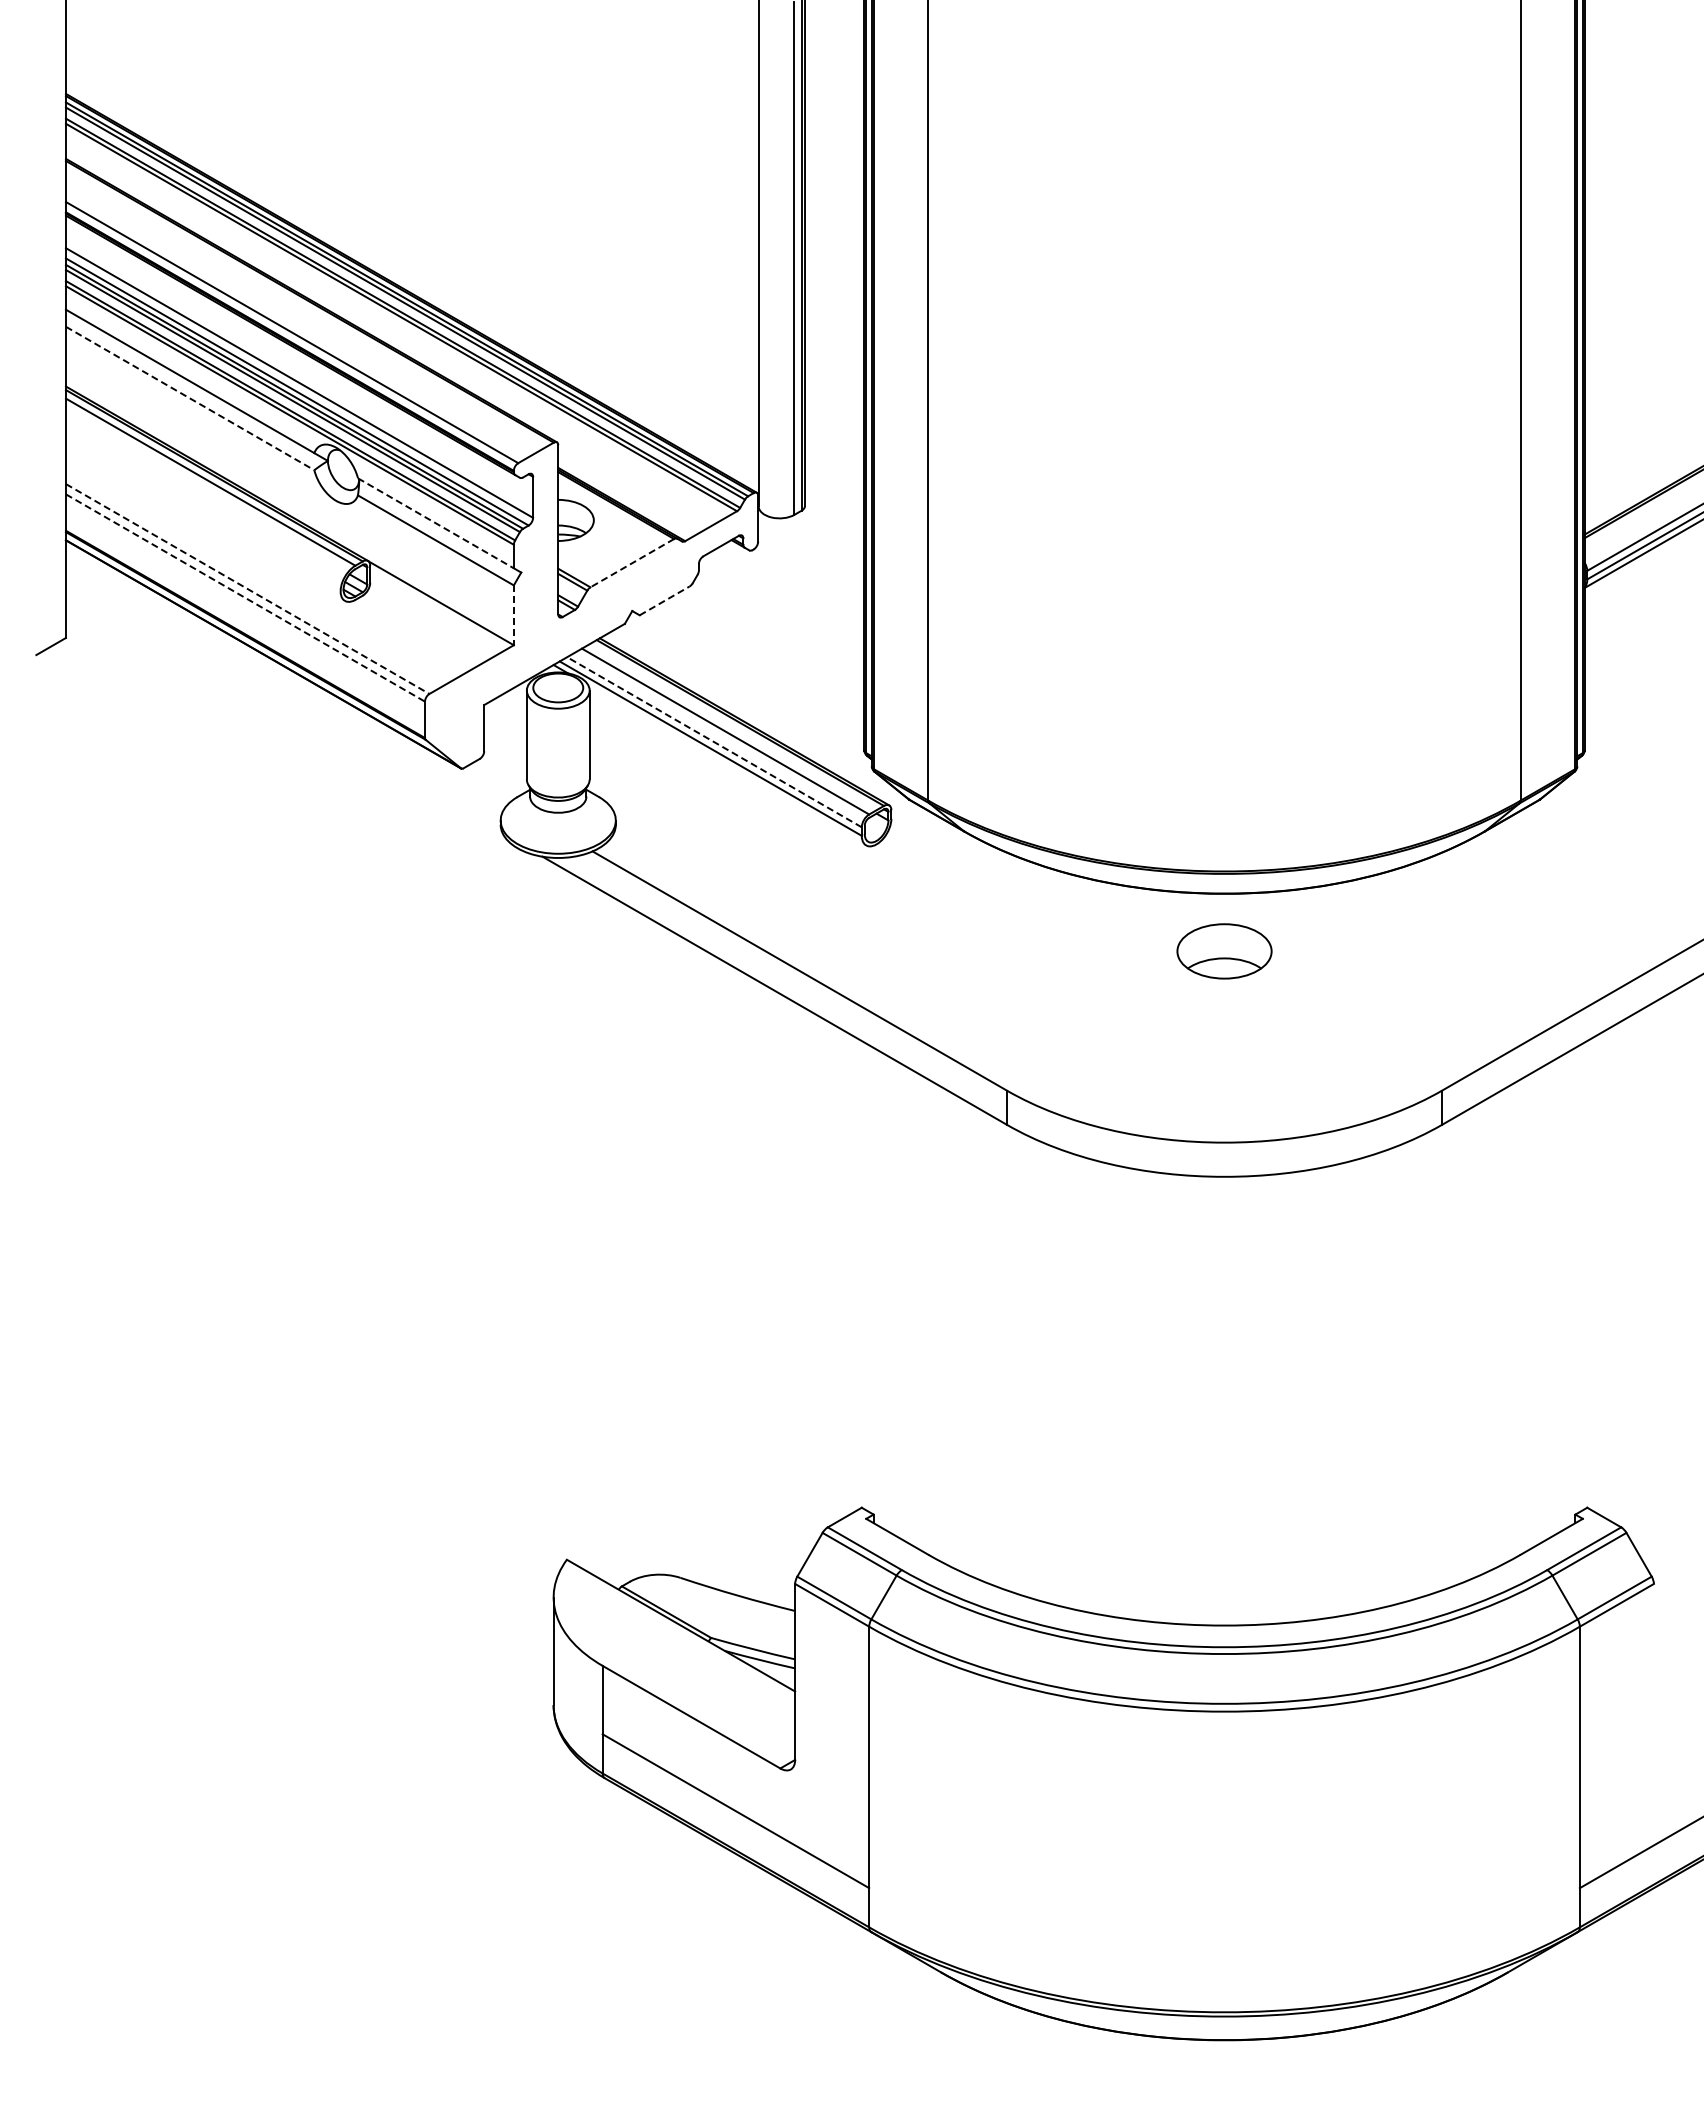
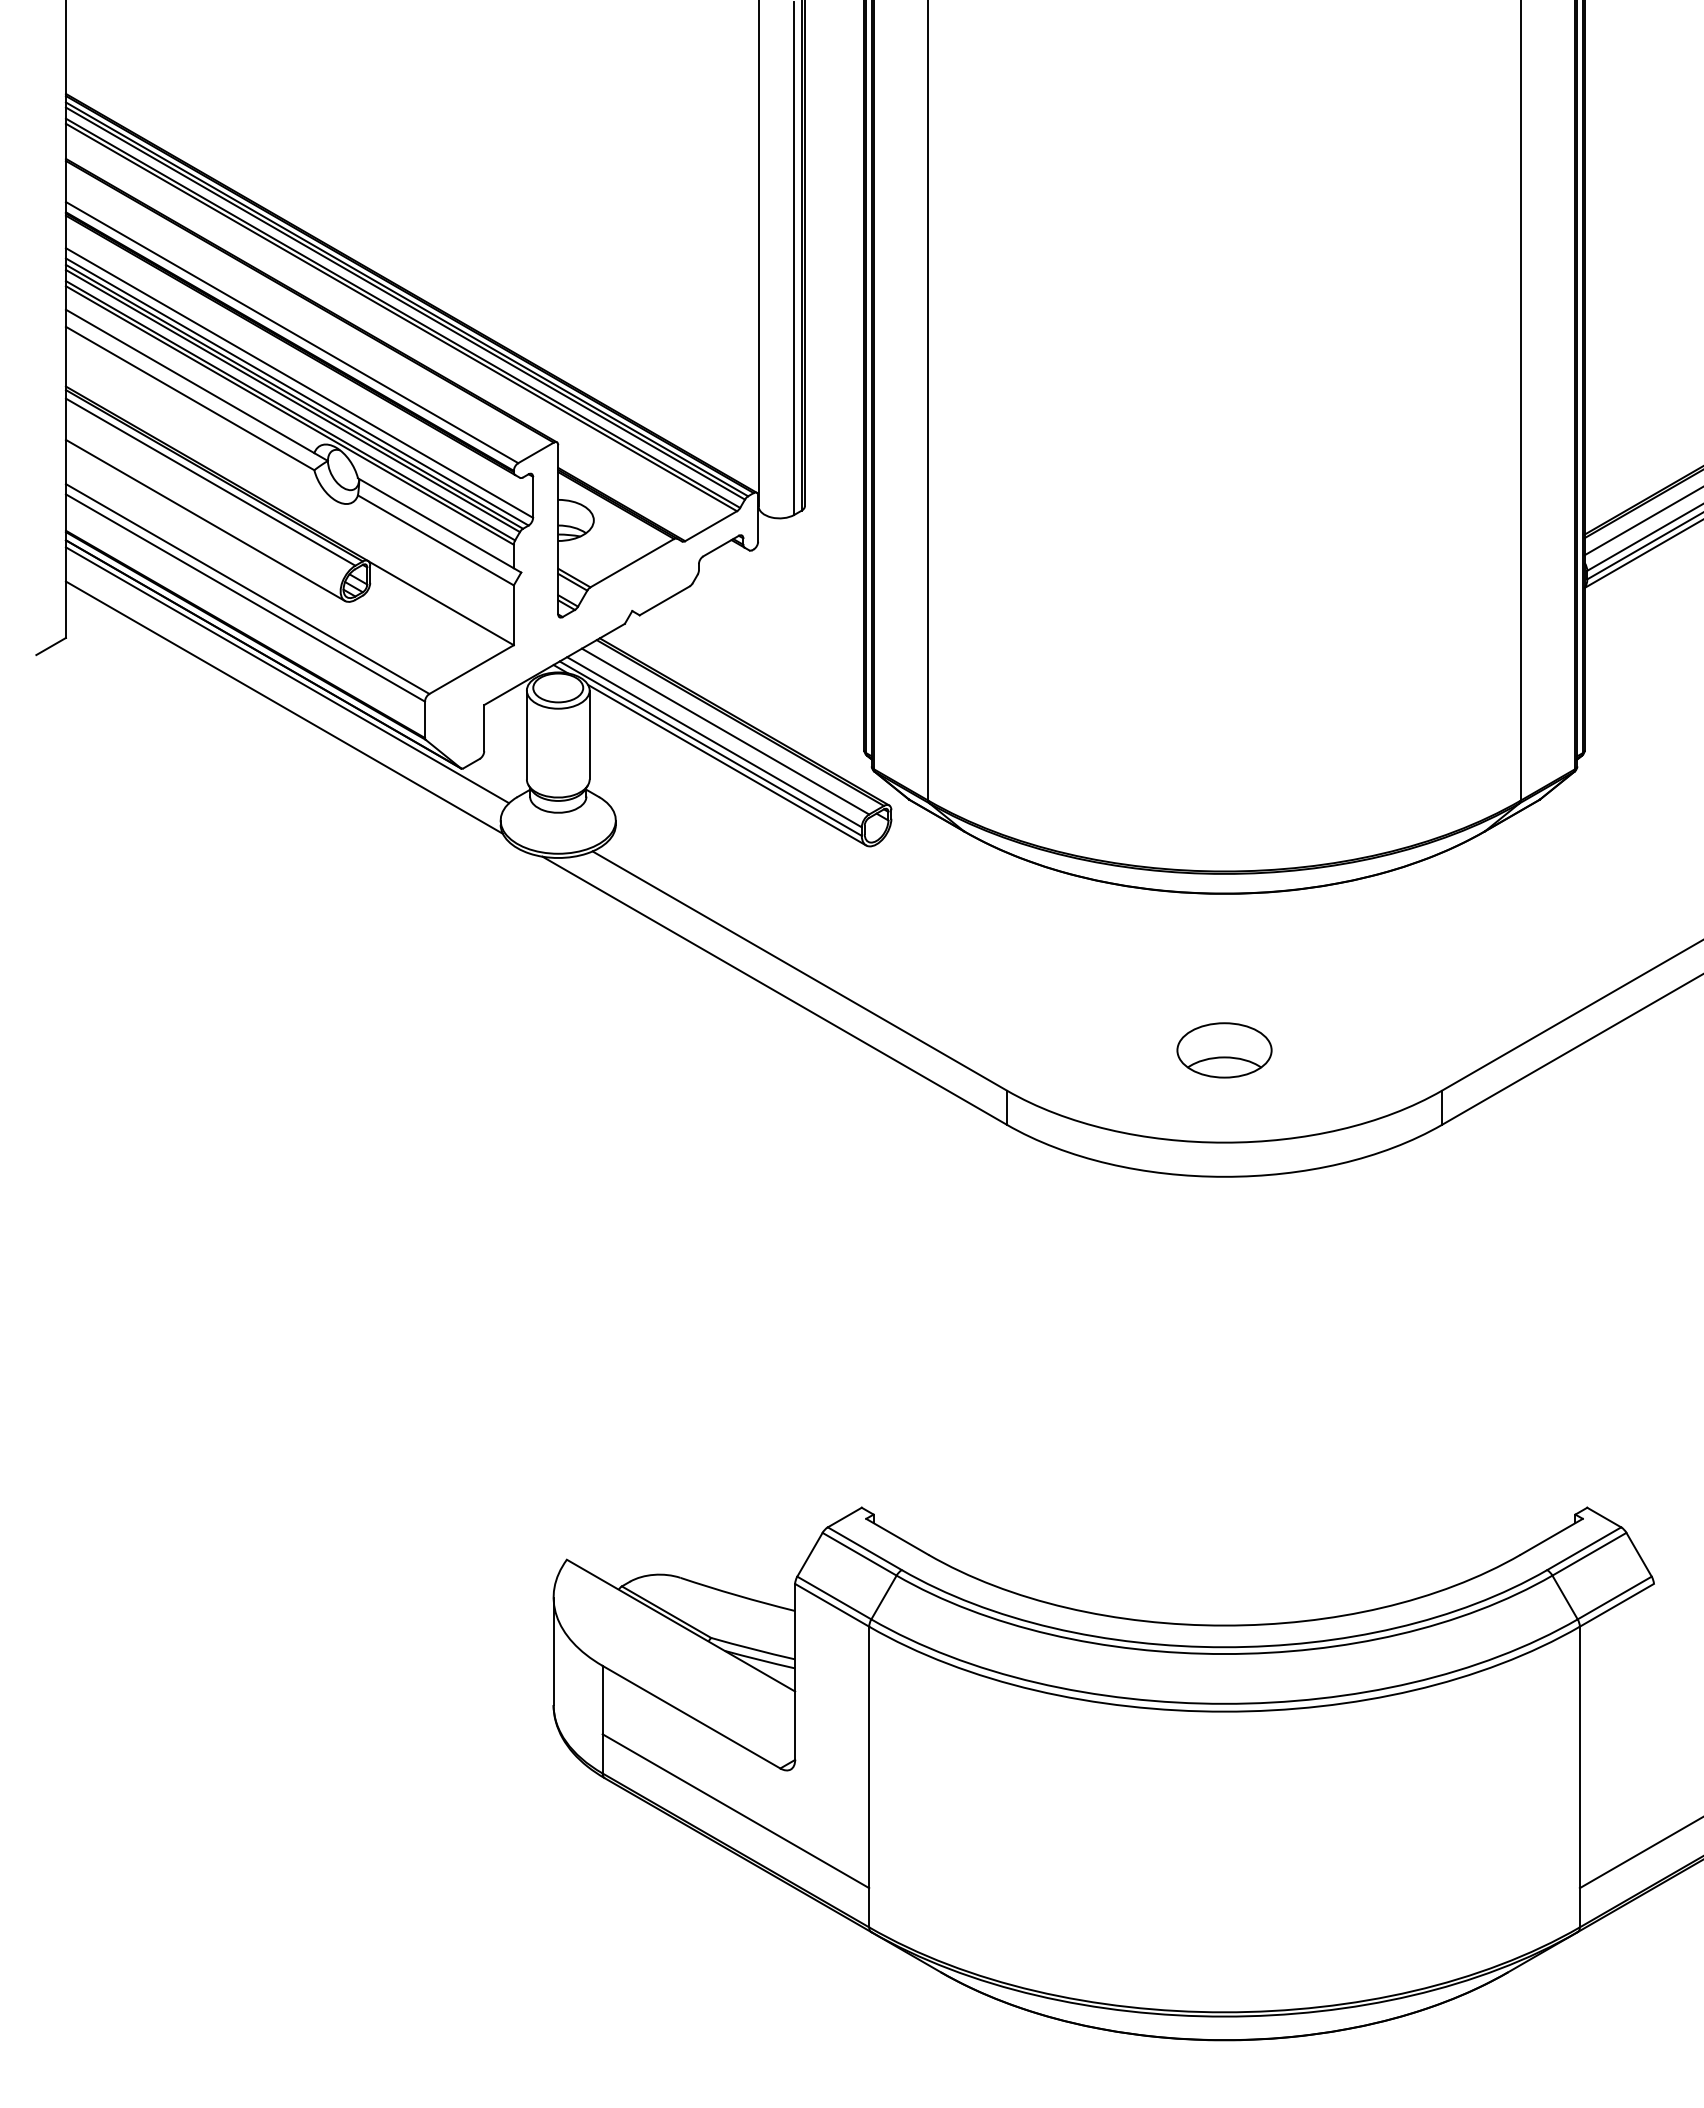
line at (190, 398): dashed -> solid
line at (204, 519): none -> present
line at (1642, 521): none -> present
line at (435, 523): dashed -> solid
line at (631, 563): dashed -> solid
line at (247, 589): dashed -> solid
line at (245, 598): dashed -> solid
line at (664, 600): dashed -> solid
line at (513, 615): dashed -> solid
line at (287, 675): none -> present
line at (283, 707): none -> present
line at (714, 742): dashed -> solid
line at (727, 764): none -> present
part at (1224, 951) position: (1224, 951) -> (1224, 1050)
